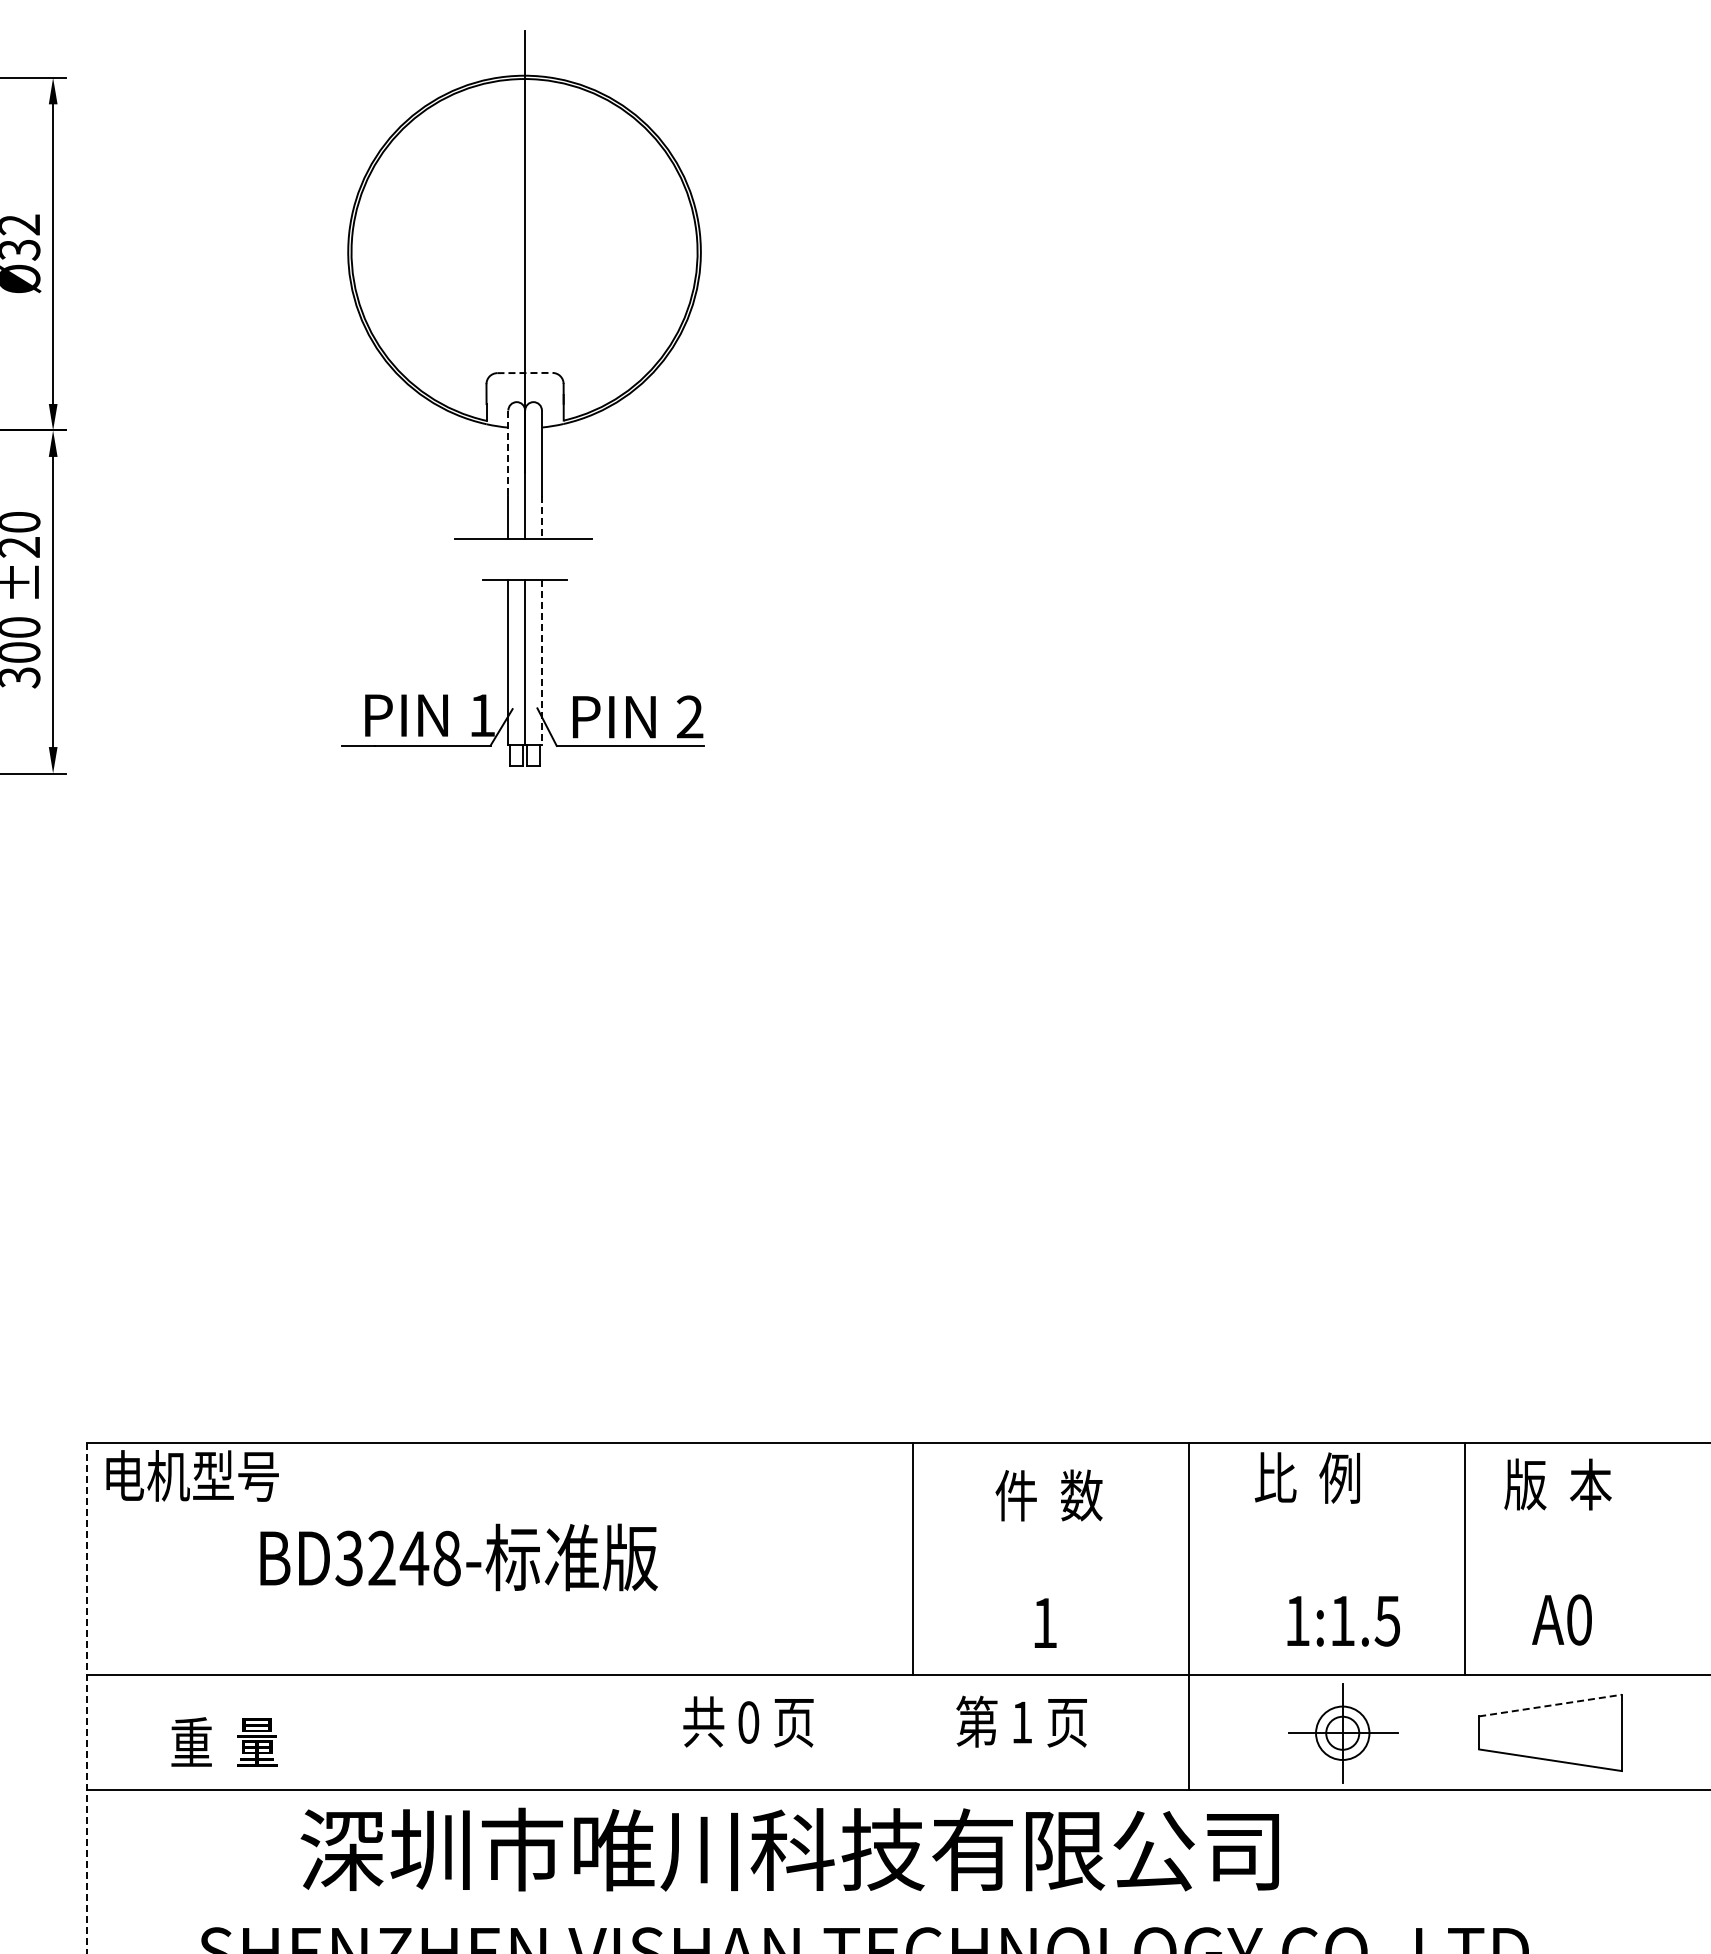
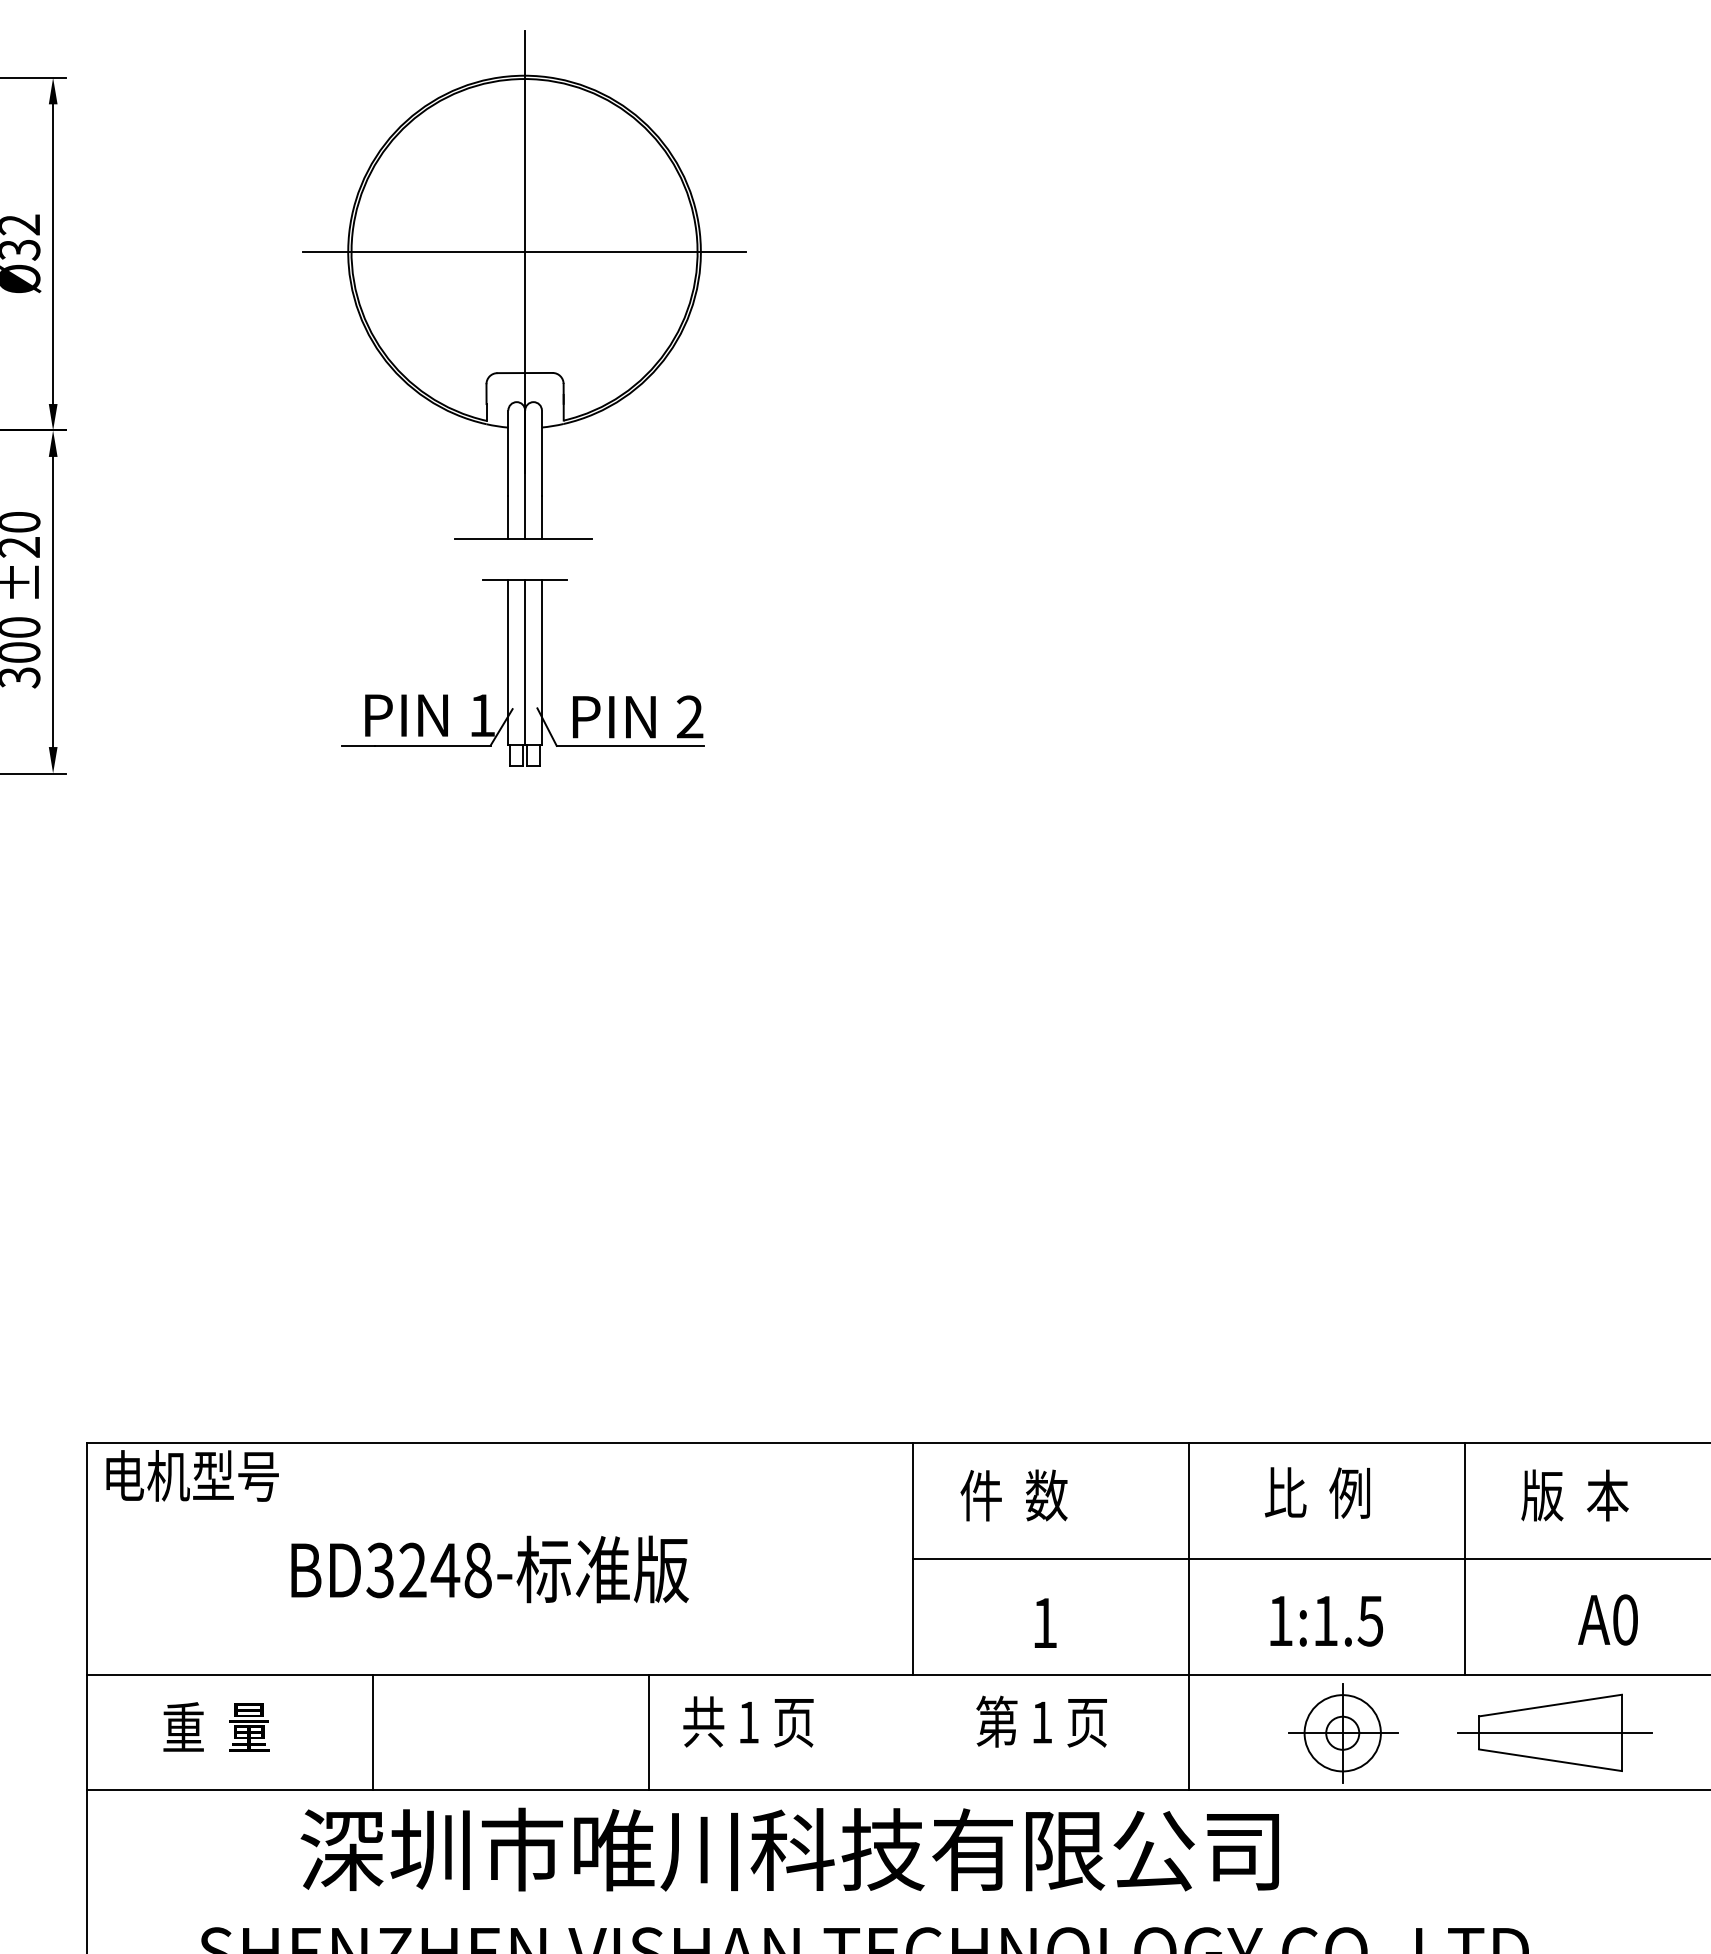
line at (524, 252): none -> present
line at (525, 373): dashed -> solid
line at (508, 453): dashed -> solid
line at (541, 518): dashed -> solid
line at (541, 663): dashed -> solid
text at (1306, 1477) position: (1306, 1477) -> (1316, 1492)
text at (1557, 1484) position: (1557, 1484) -> (1574, 1495)
text at (1048, 1495) position: (1048, 1495) -> (1013, 1495)
text at (458, 1557) position: (458, 1557) -> (489, 1569)
line at (1310, 1558): none -> present
text at (1561, 1619) position: (1561, 1619) -> (1607, 1619)
text at (1343, 1621) position: (1343, 1621) -> (1326, 1621)
line at (86, 1699): dashed -> solid
line at (1551, 1705): dashed -> solid
text at (1021, 1721) position: (1021, 1721) -> (1041, 1721)
text at (748, 1722): 0 -> 1
line at (372, 1732): none -> present
line at (648, 1732): none -> present
circle at (1342, 1732) diameter: 53 px -> 76 px
line at (1555, 1732): none -> present
text at (224, 1741) position: (224, 1741) -> (216, 1726)
